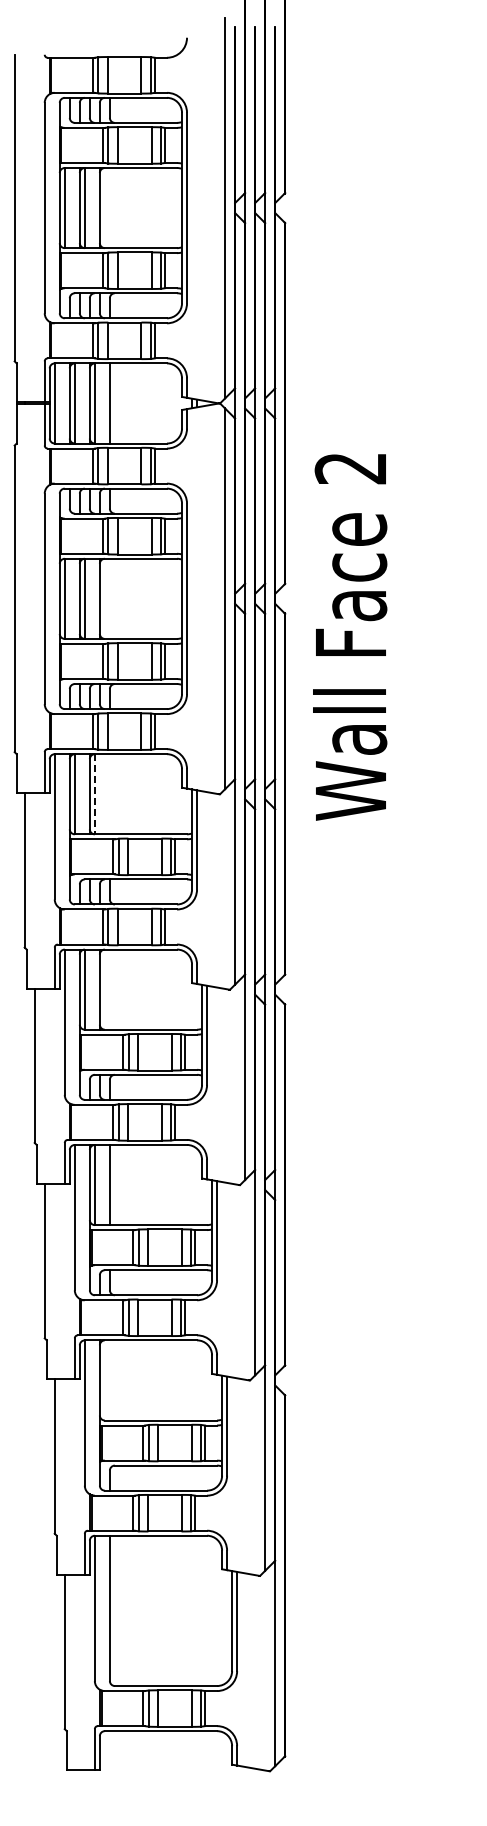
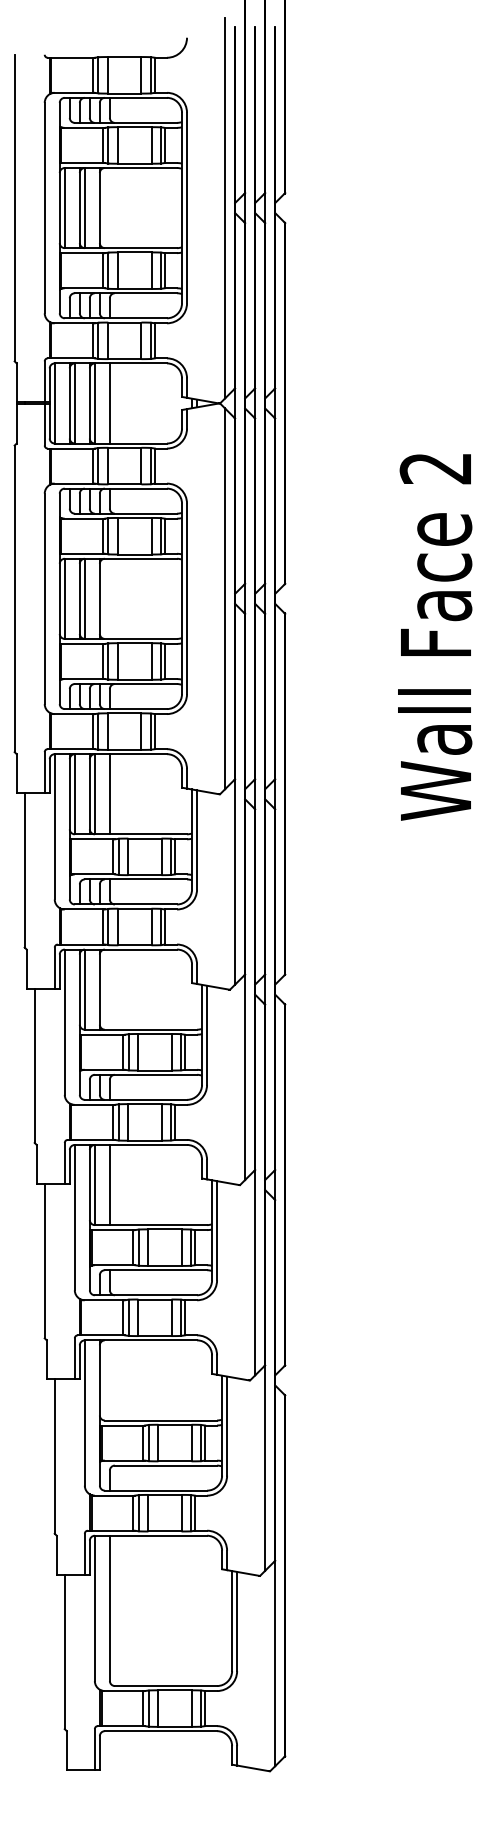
text at (350, 637) position: (350, 637) -> (435, 637)
line at (94, 794): dashed -> solid
line at (109, 794): none -> present
